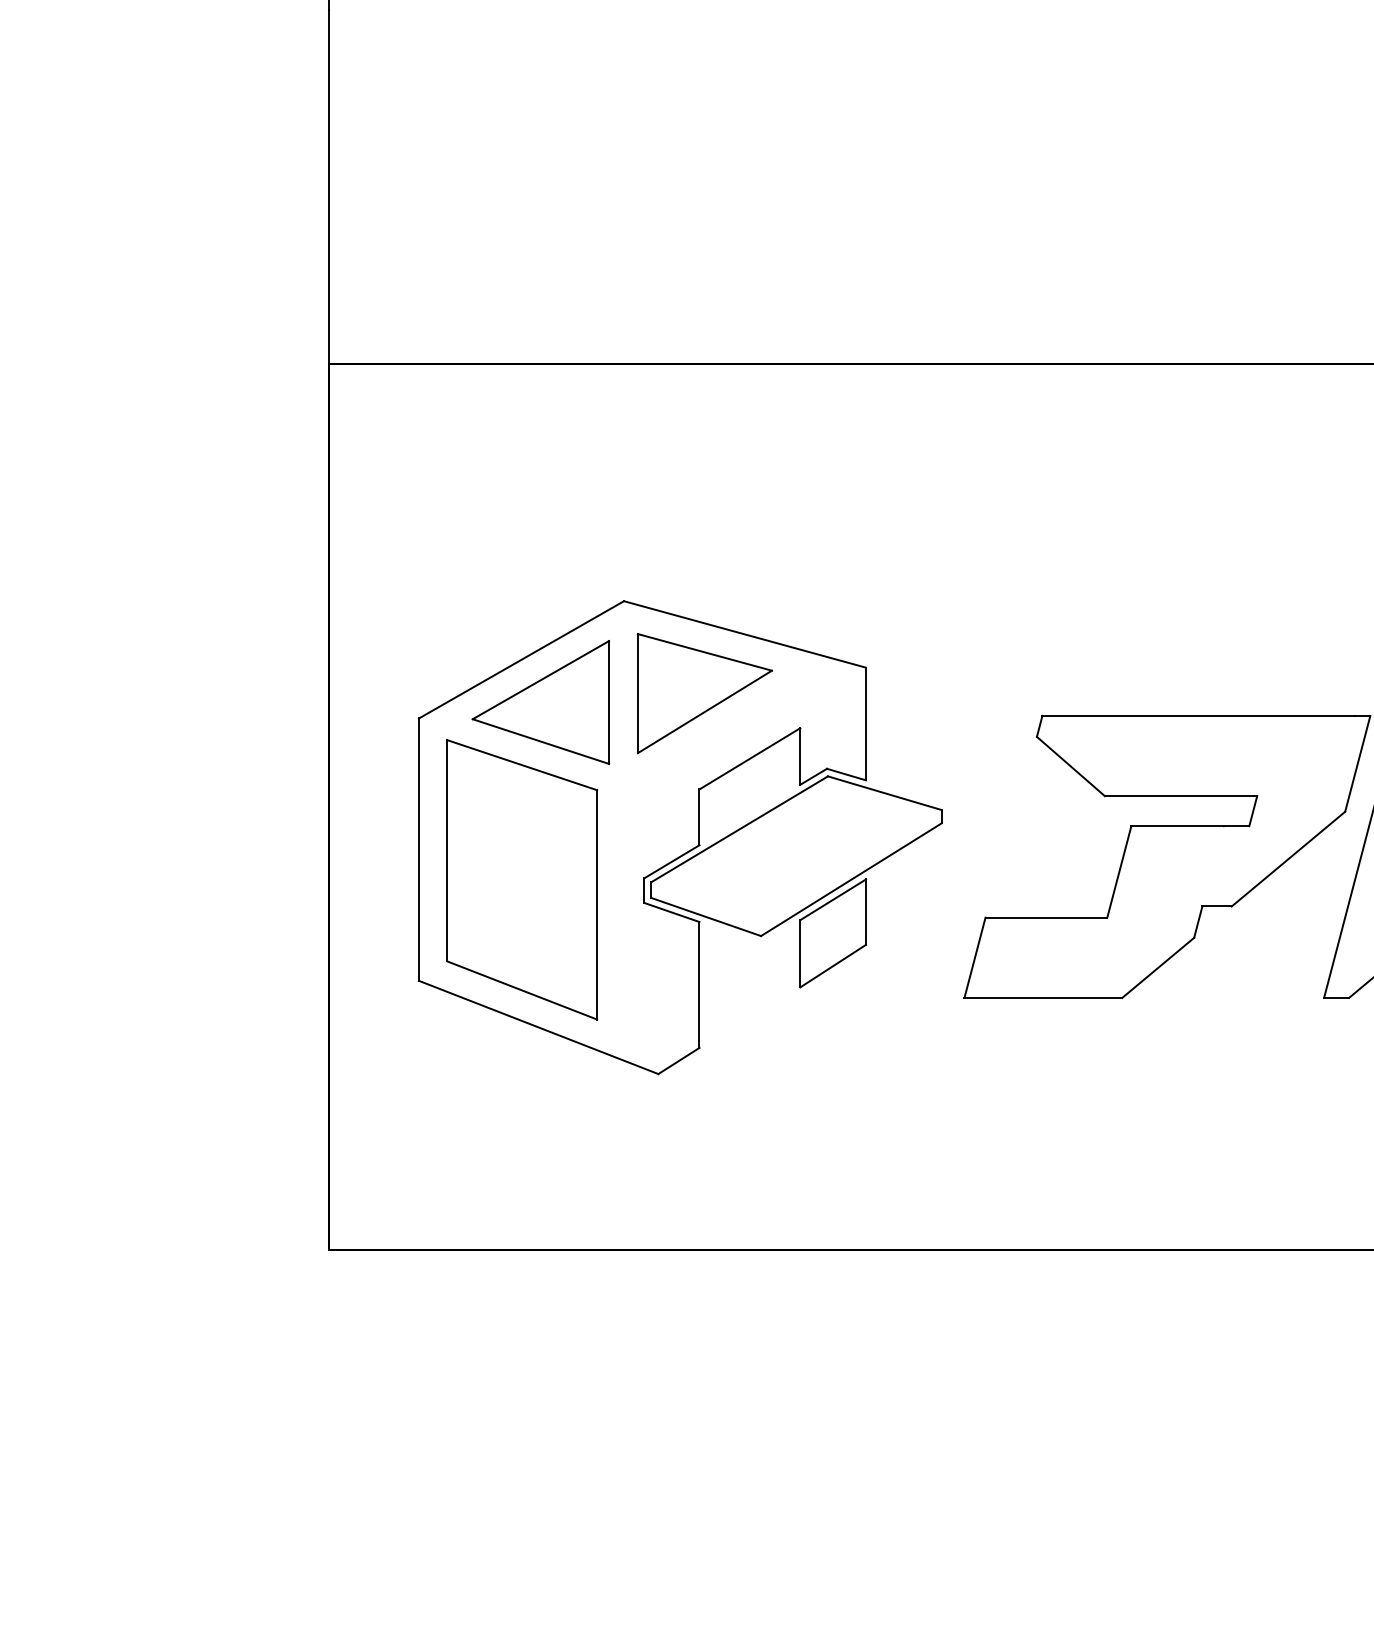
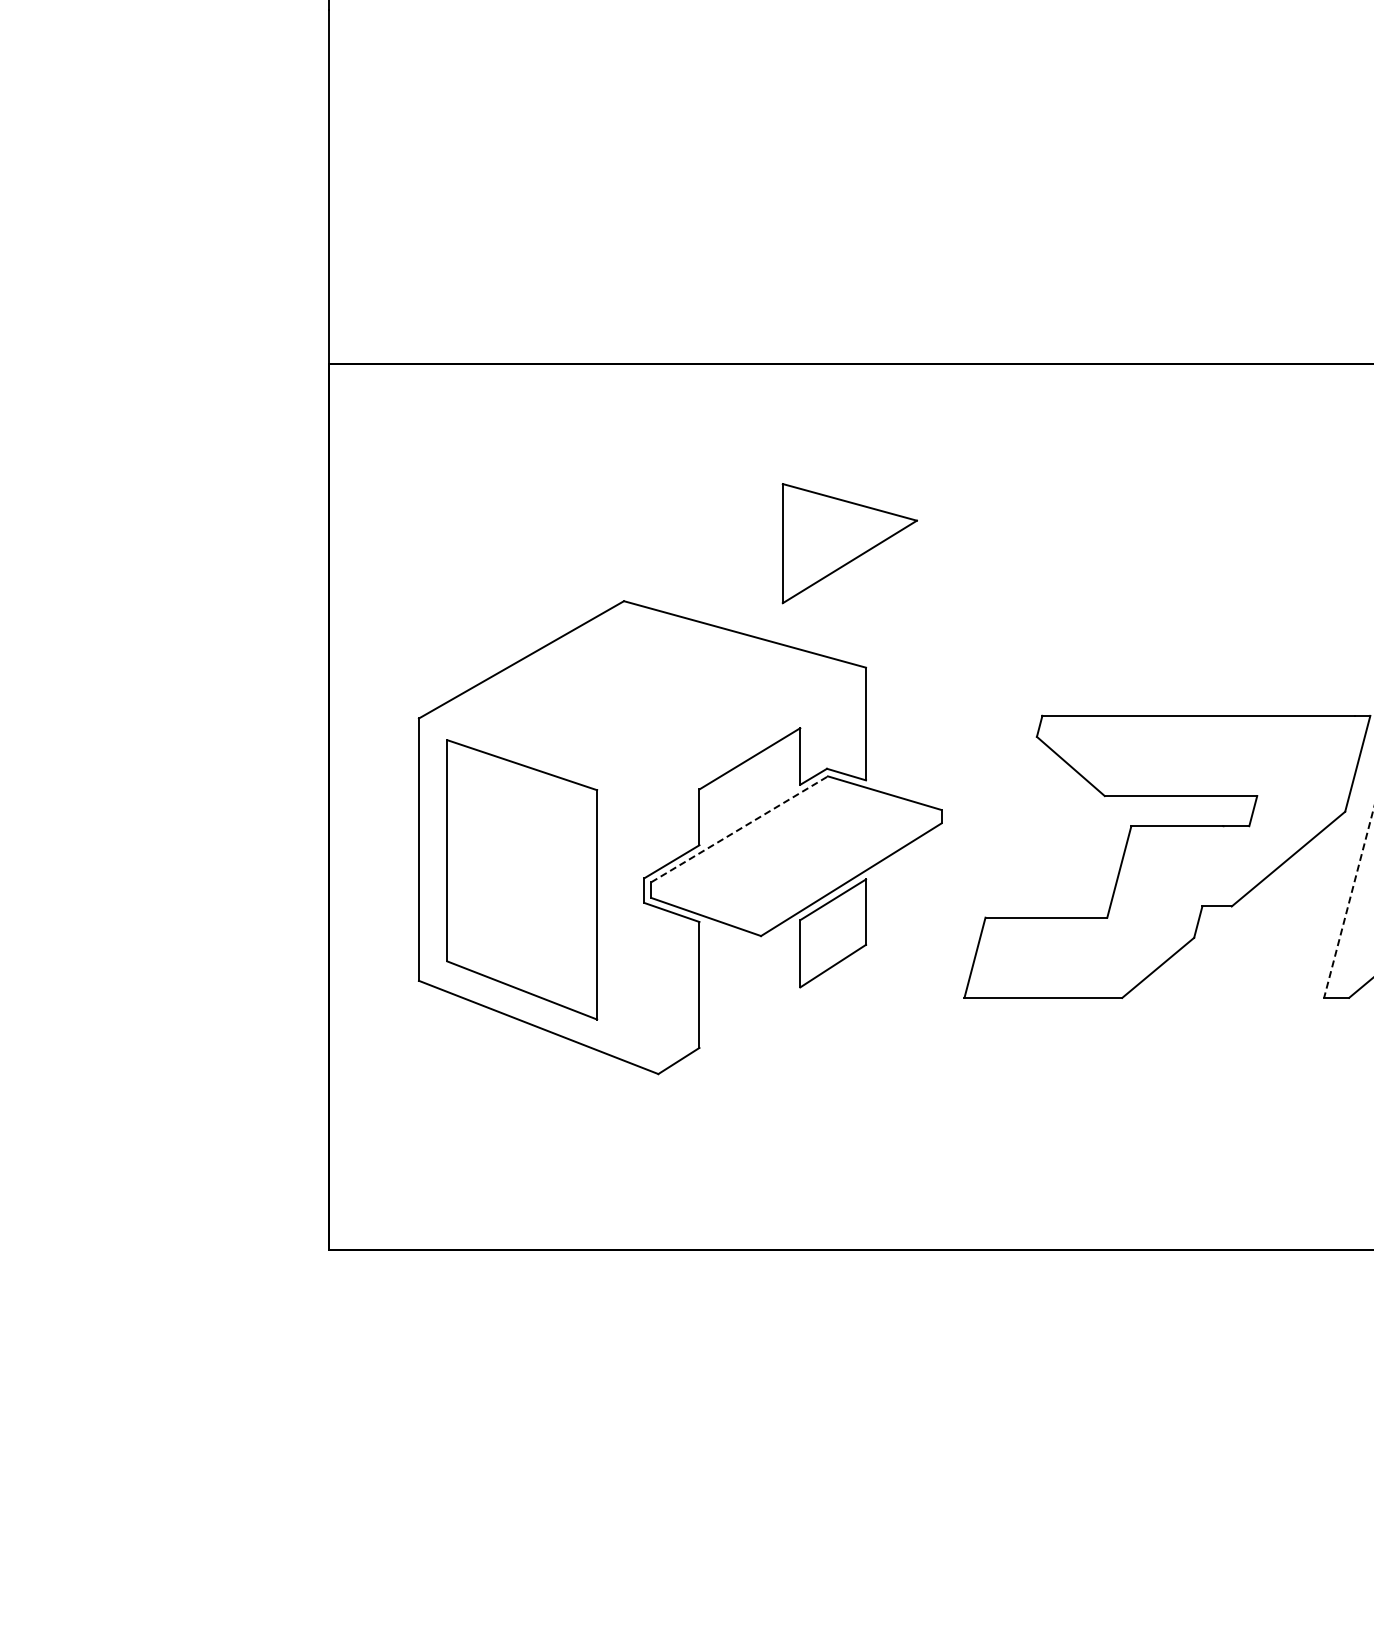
part at (704, 693) position: (704, 693) -> (849, 543)
part at (540, 702): present -> none
line at (739, 829): solid -> dashed
line at (1348, 903): solid -> dashed
